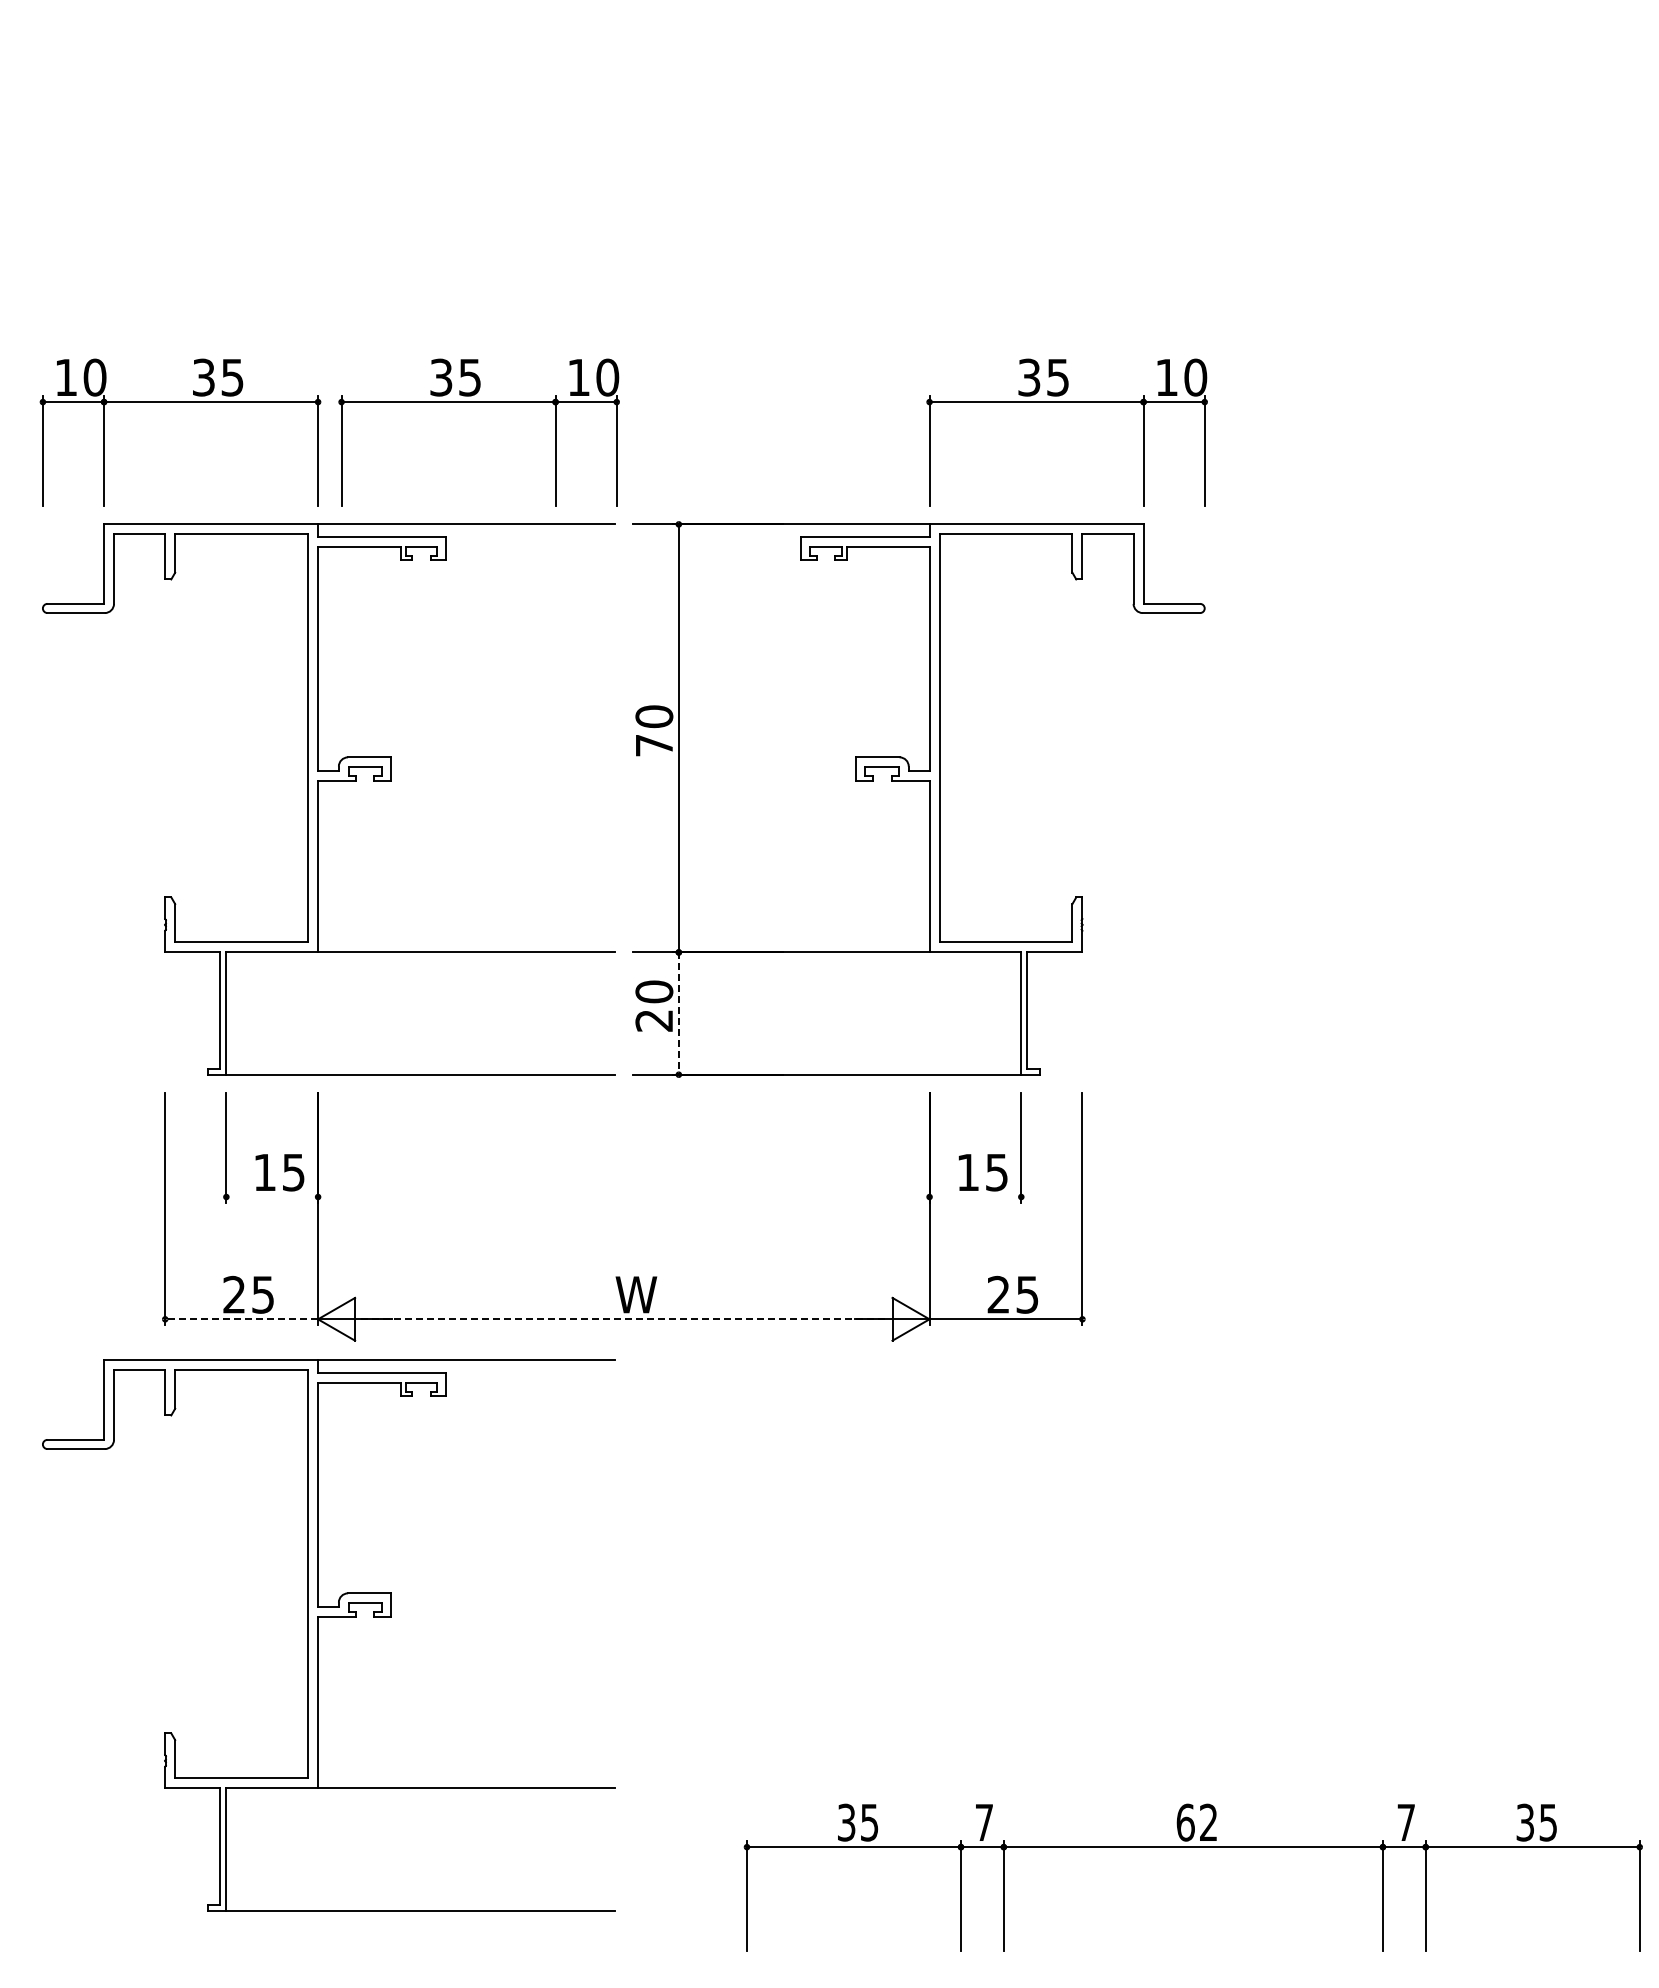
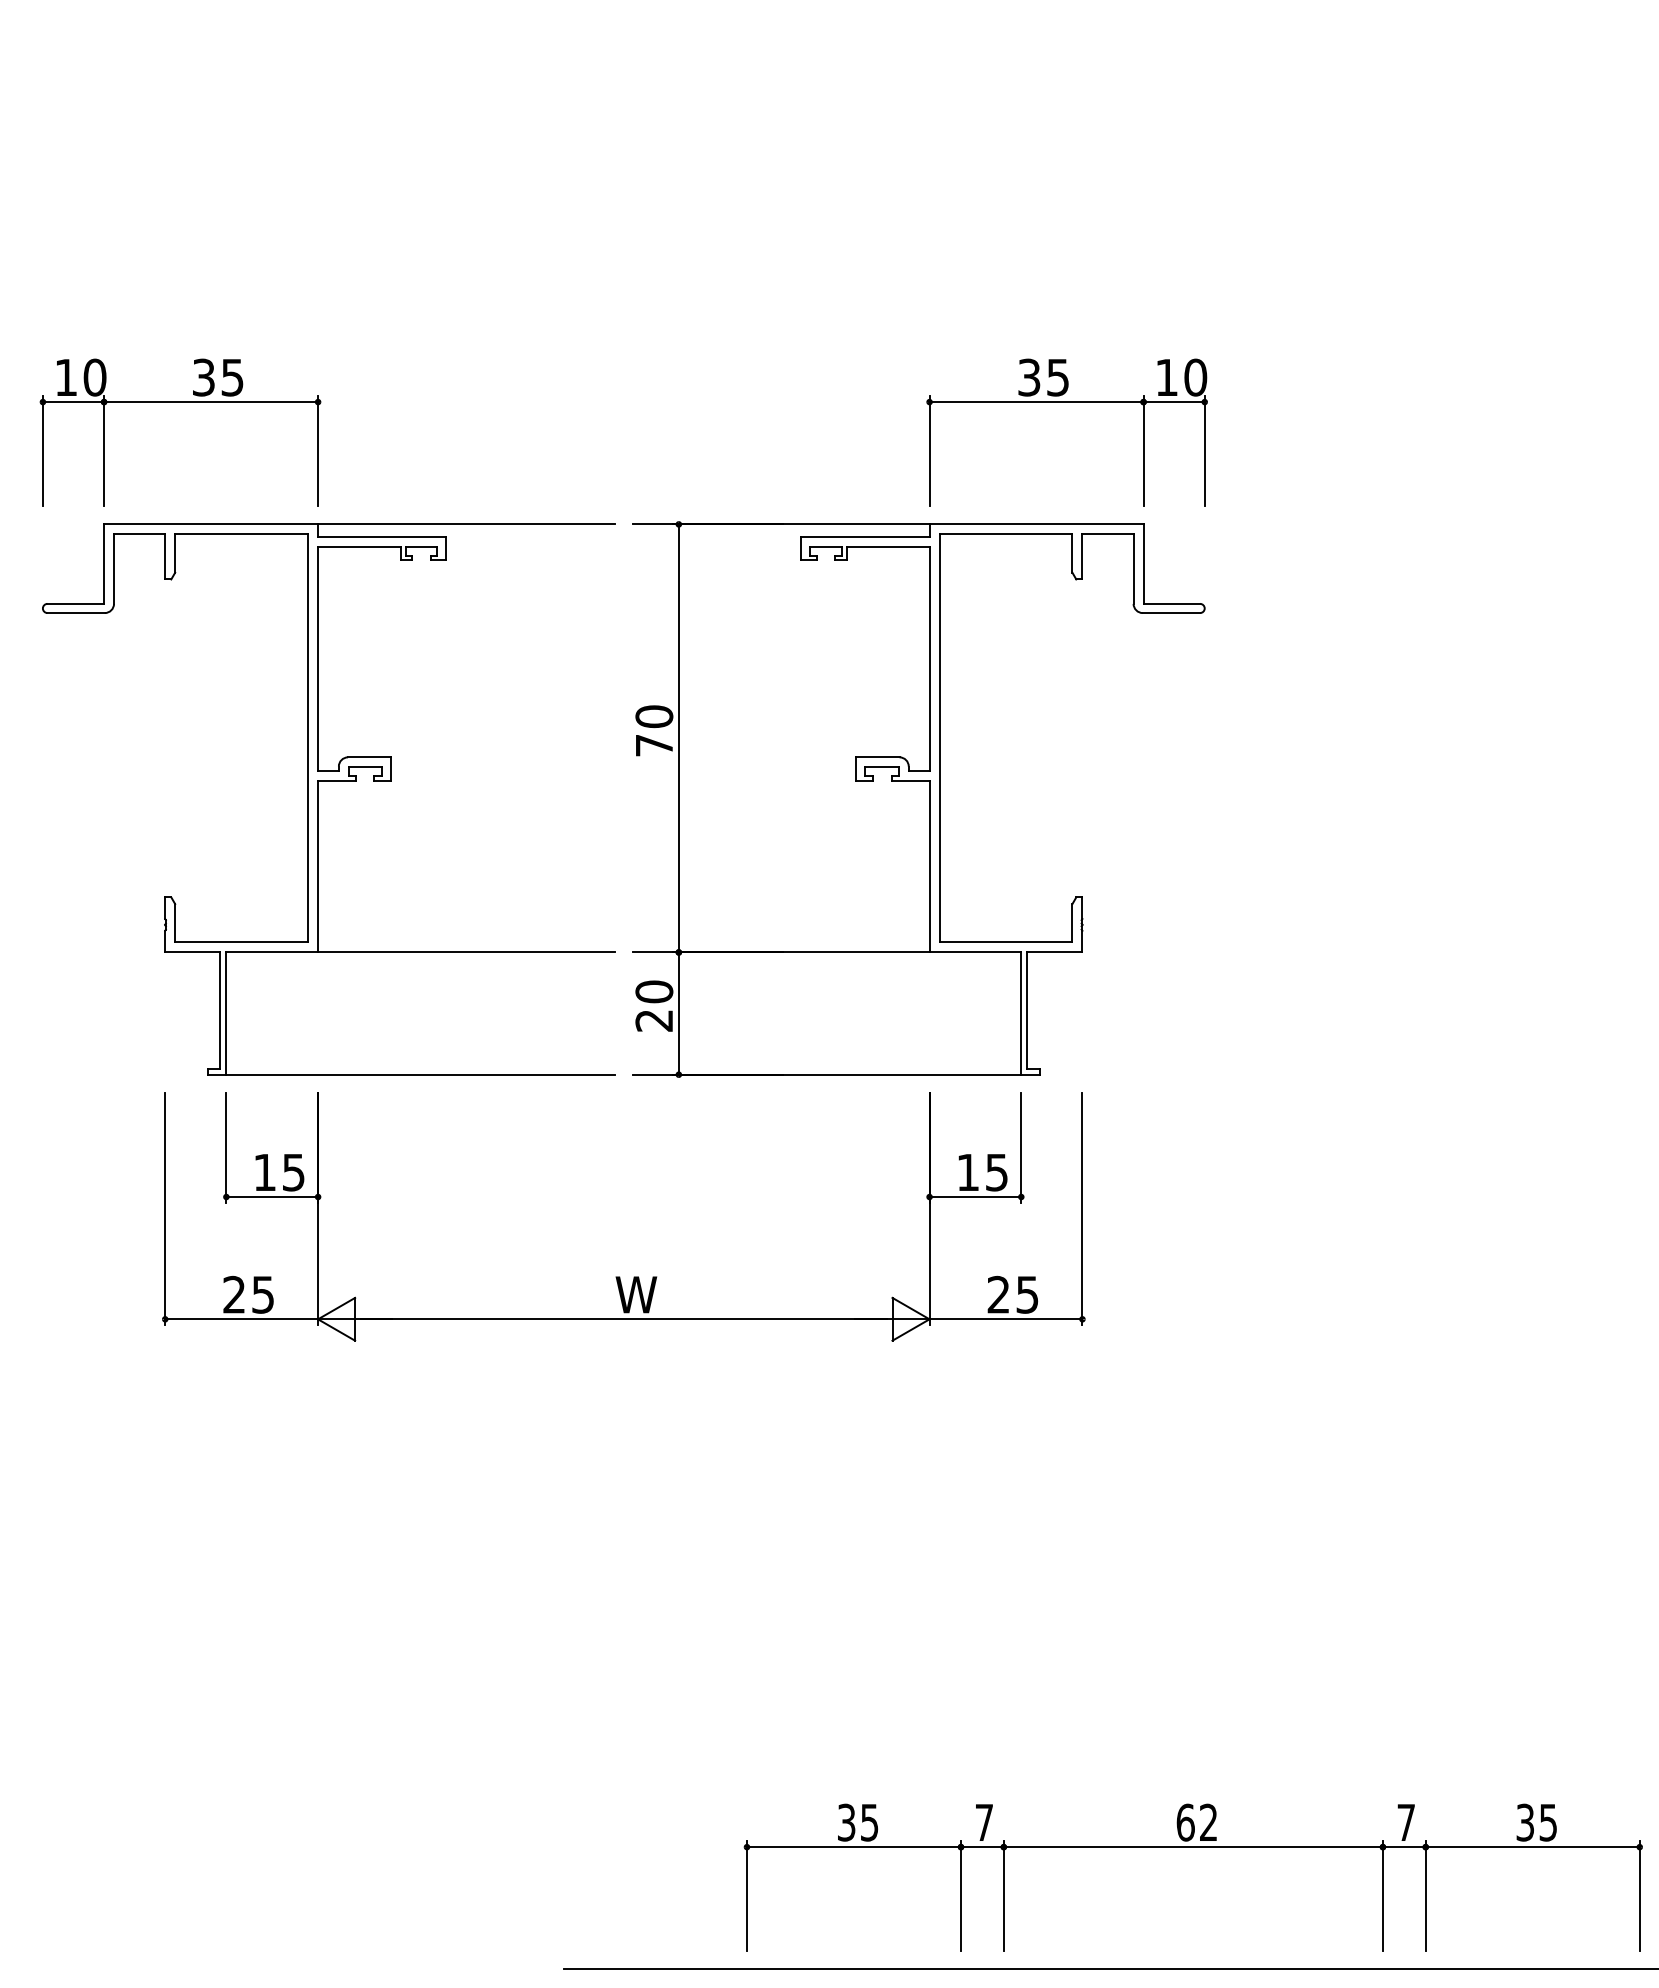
part at (478, 402): present -> none
line at (678, 1014): dashed -> solid
line at (272, 1197): none -> present
line at (975, 1197): none -> present
line at (241, 1319): dashed -> solid
line at (623, 1319): dashed -> solid
part at (318, 1635): present -> none
line at (1109, 1969): none -> present
